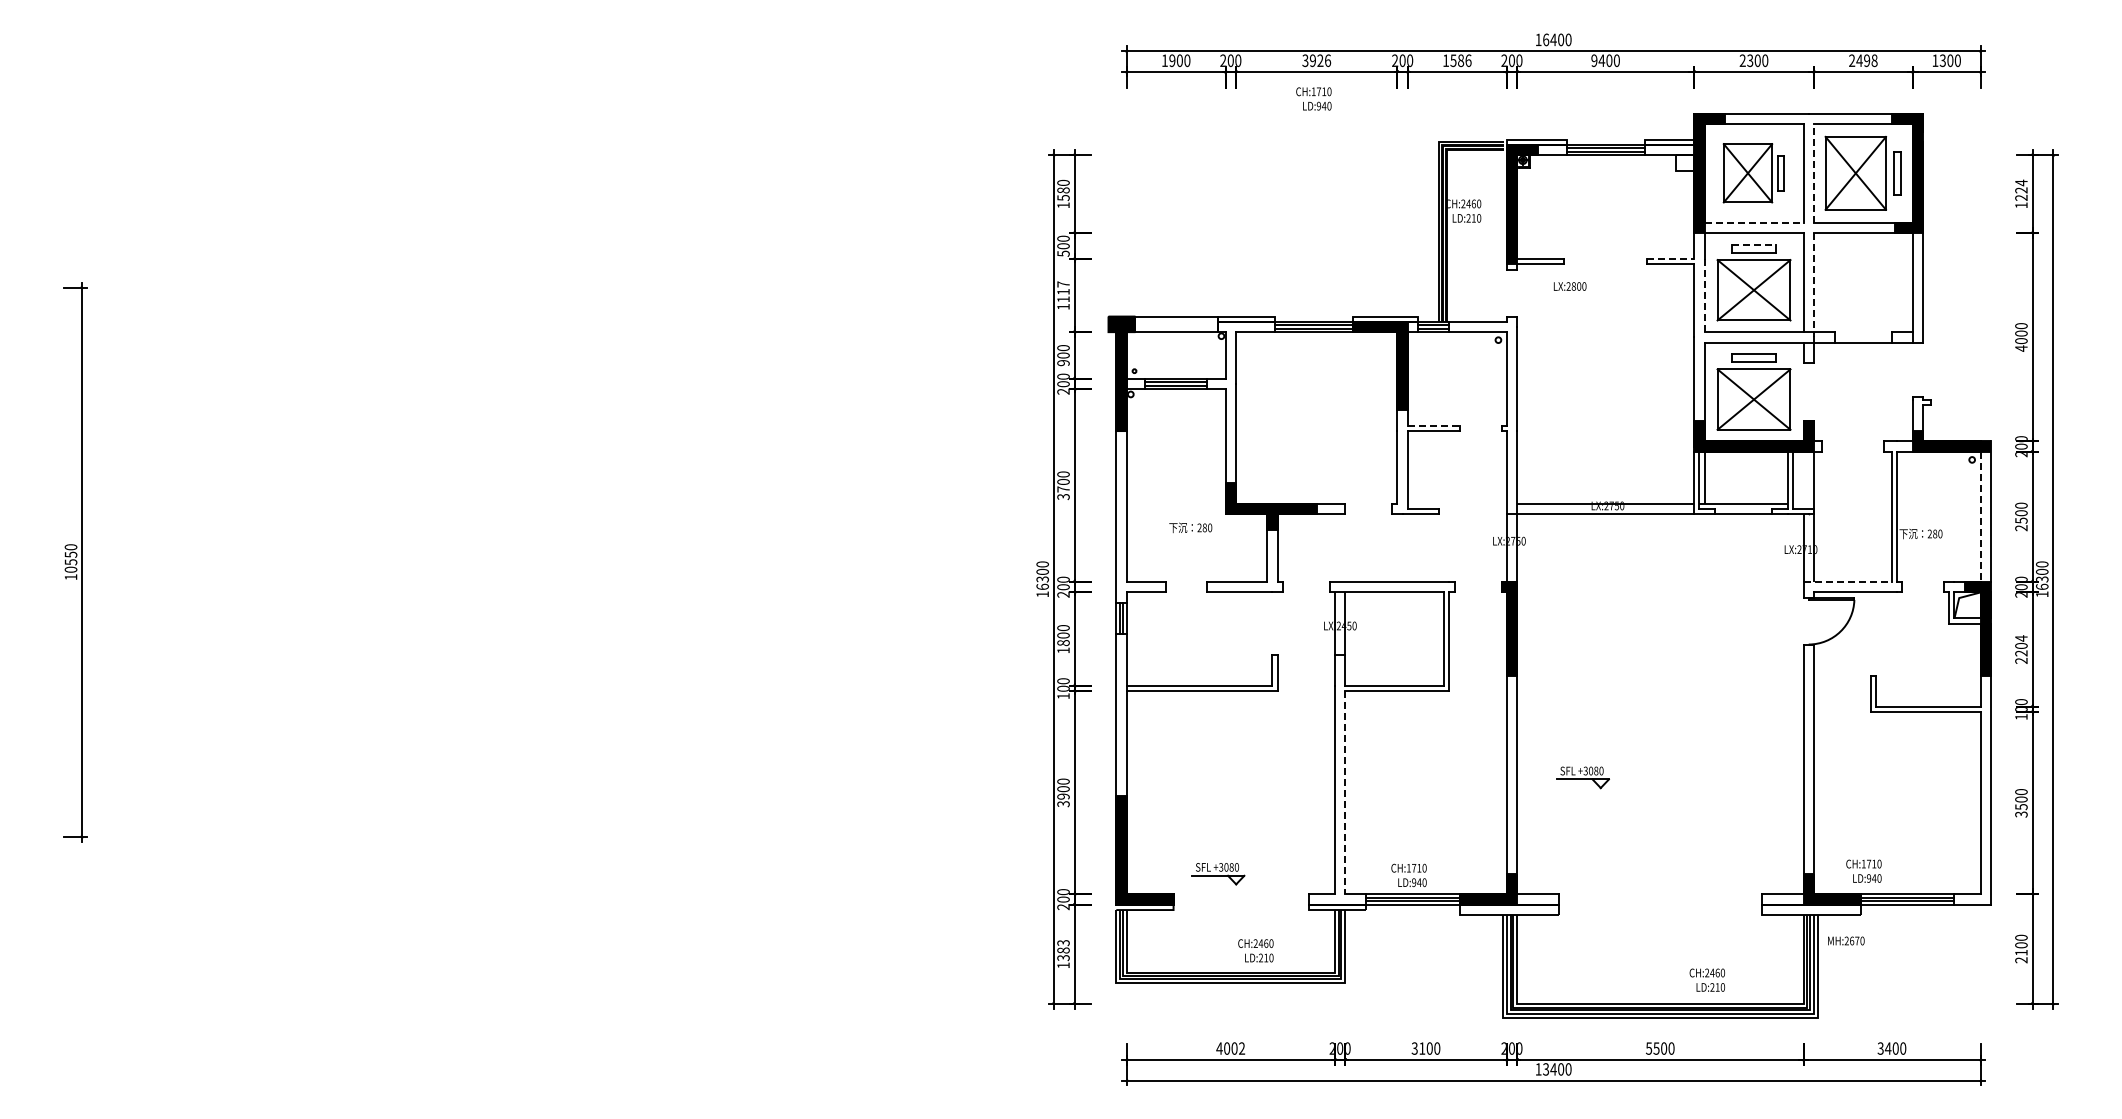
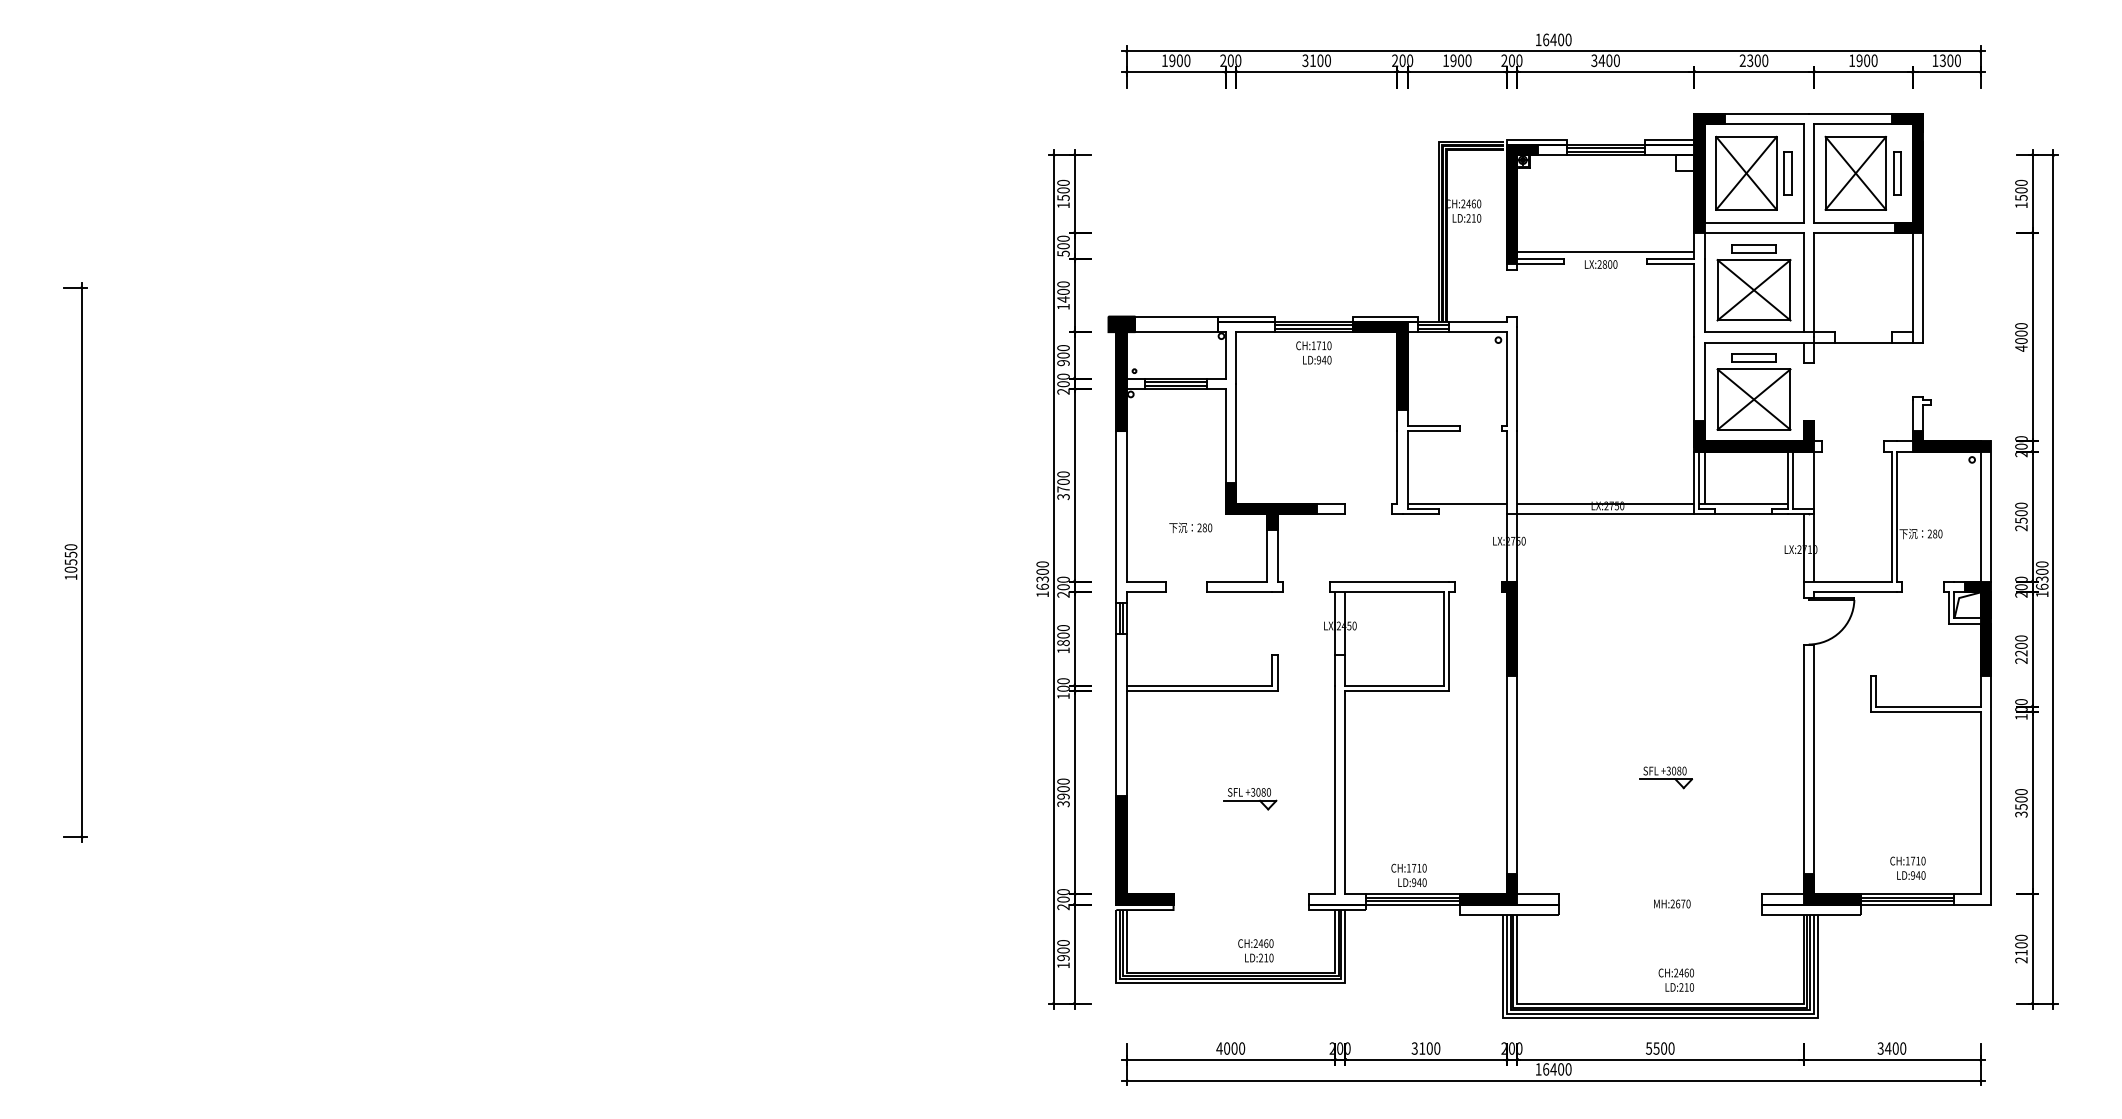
text at (1320, 60): 3926 -> 3100
text at (1460, 60): 1586 -> 1900
text at (1594, 60): 9400 -> 3400
text at (1863, 60): 2498 -> 1900
text at (1313, 98) position: (1313, 98) -> (1313, 352)
line at (1813, 172): dashed -> solid
part at (1753, 173) size: 63x61 px -> 78x76 px
text at (2021, 189): 1224 -> 1500
text at (1063, 190): 1580 -> 1500
line at (1754, 222): dashed -> solid
line at (1754, 244): dashed -> solid
line at (1605, 251): none -> present
line at (1671, 259): dashed -> solid
line at (1813, 285): dashed -> solid
text at (1569, 286) position: (1569, 286) -> (1600, 264)
text at (1063, 291): 1117 -> 1400
line at (1704, 296): dashed -> solid
line at (1434, 425): dashed -> solid
line at (1456, 503): none -> present
line at (1980, 517): dashed -> solid
line at (1848, 582): dashed -> solid
text at (2021, 638): 2204 -> 2200
part at (1582, 777) position: (1582, 777) -> (1665, 777)
line at (1345, 792): dashed -> solid
text at (1863, 870) position: (1863, 870) -> (1907, 867)
part at (1218, 874) position: (1218, 874) -> (1250, 799)
text at (1846, 940) position: (1846, 940) -> (1672, 903)
text at (1063, 950): 1383 -> 1900
text at (1706, 979) position: (1706, 979) -> (1675, 979)
text at (1242, 1048): 4002 -> 4000
text at (1546, 1069): 13400 -> 16400
